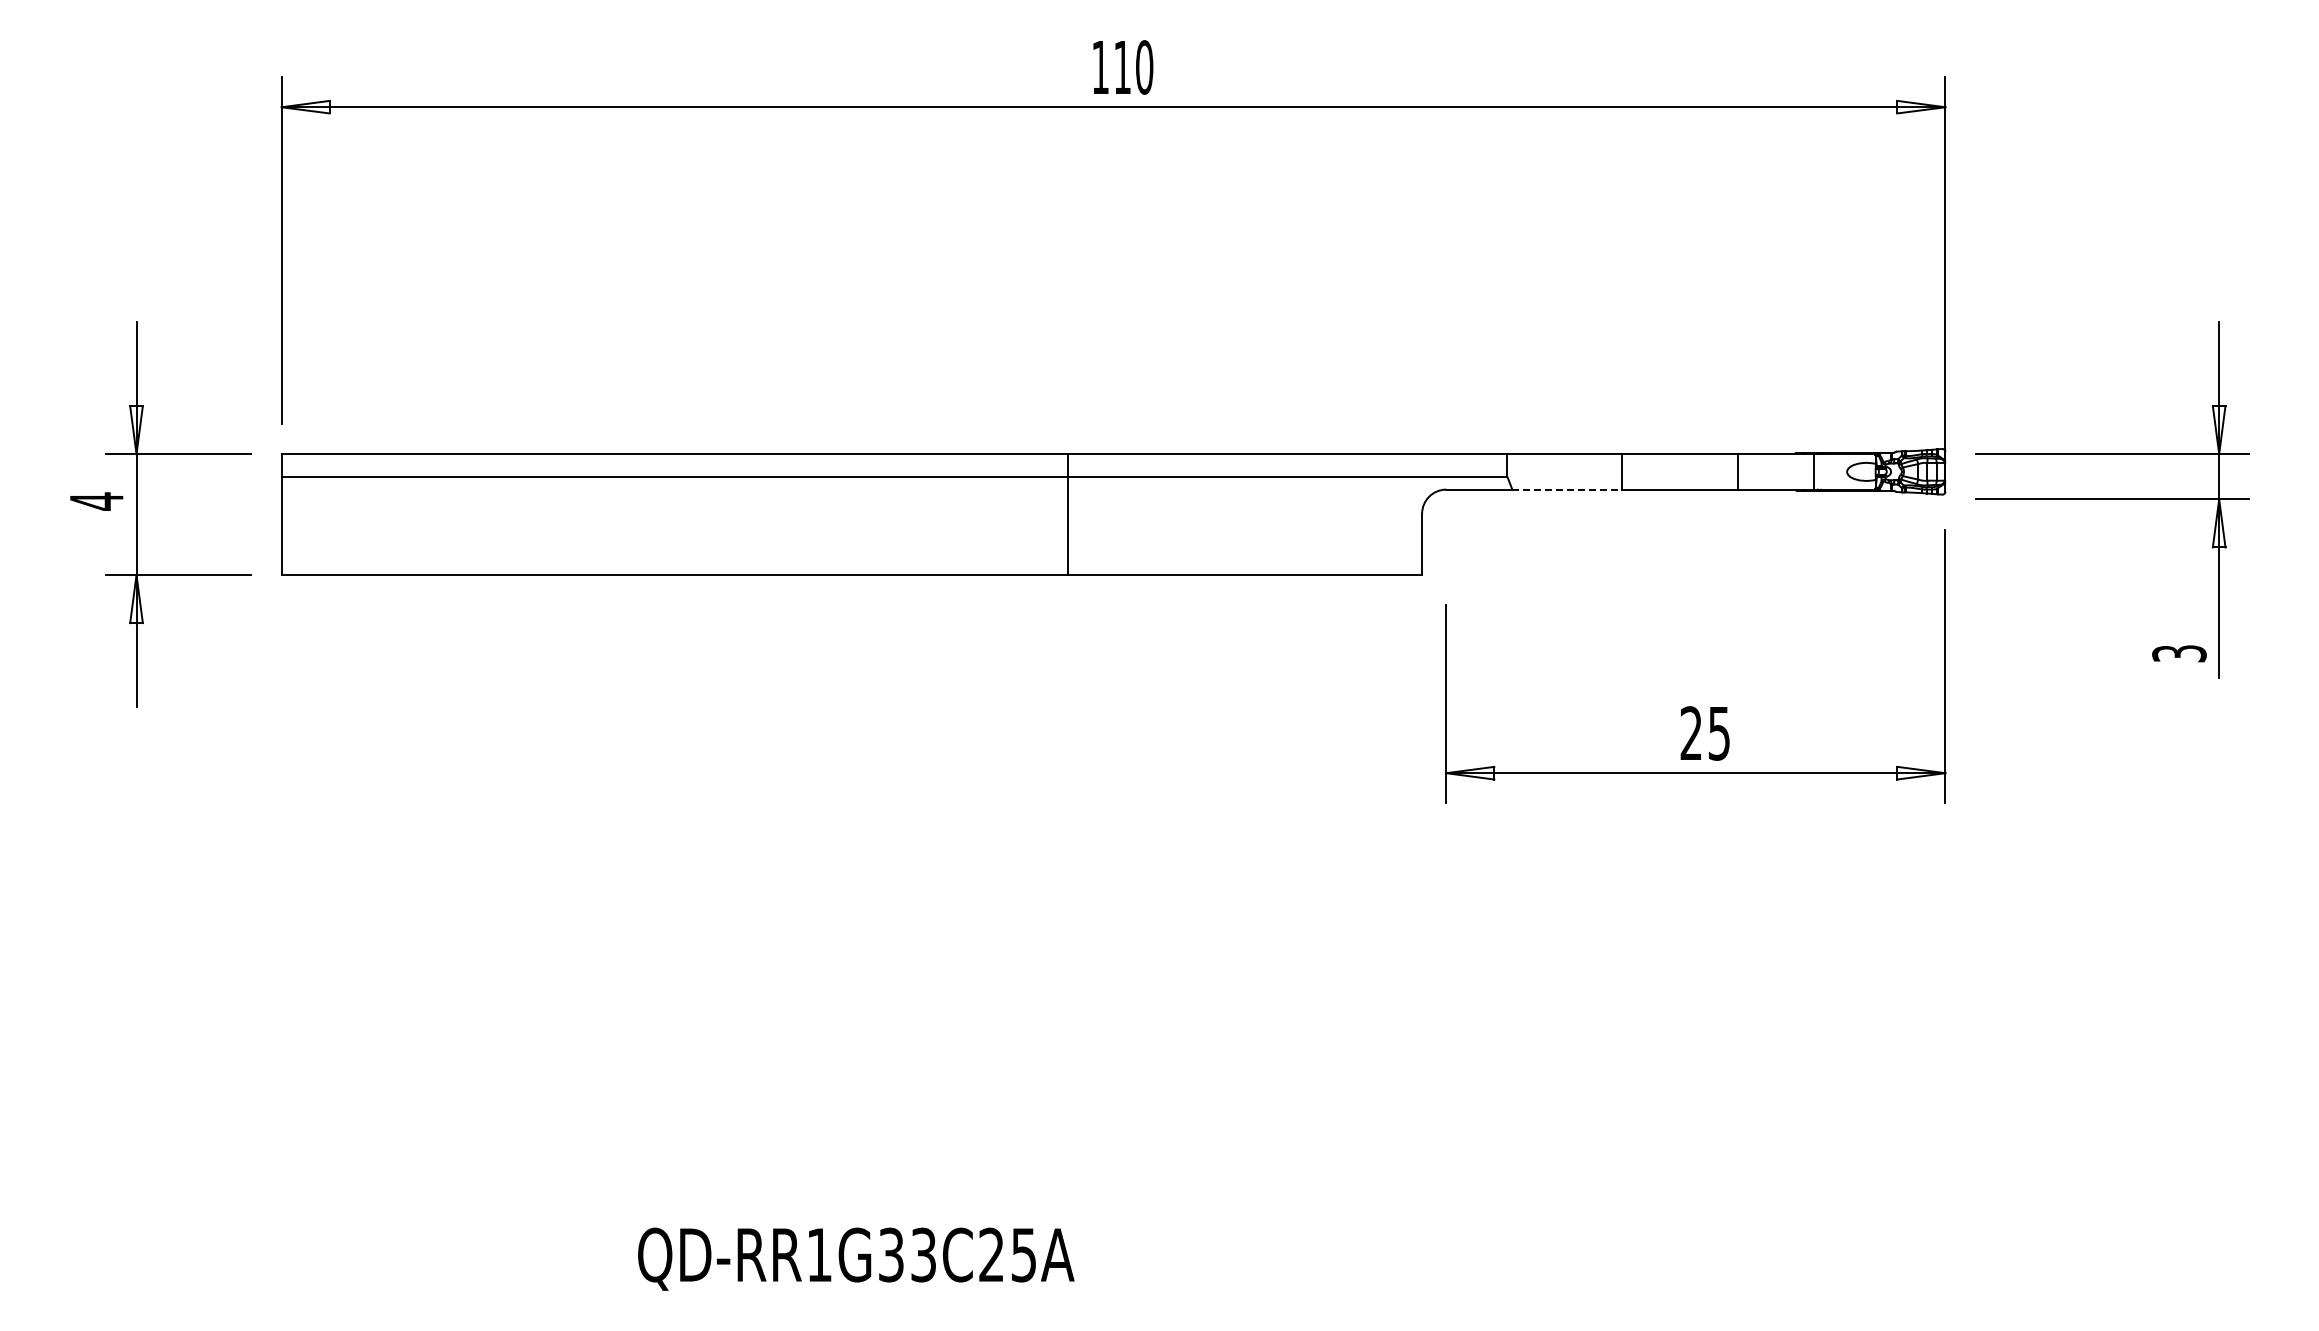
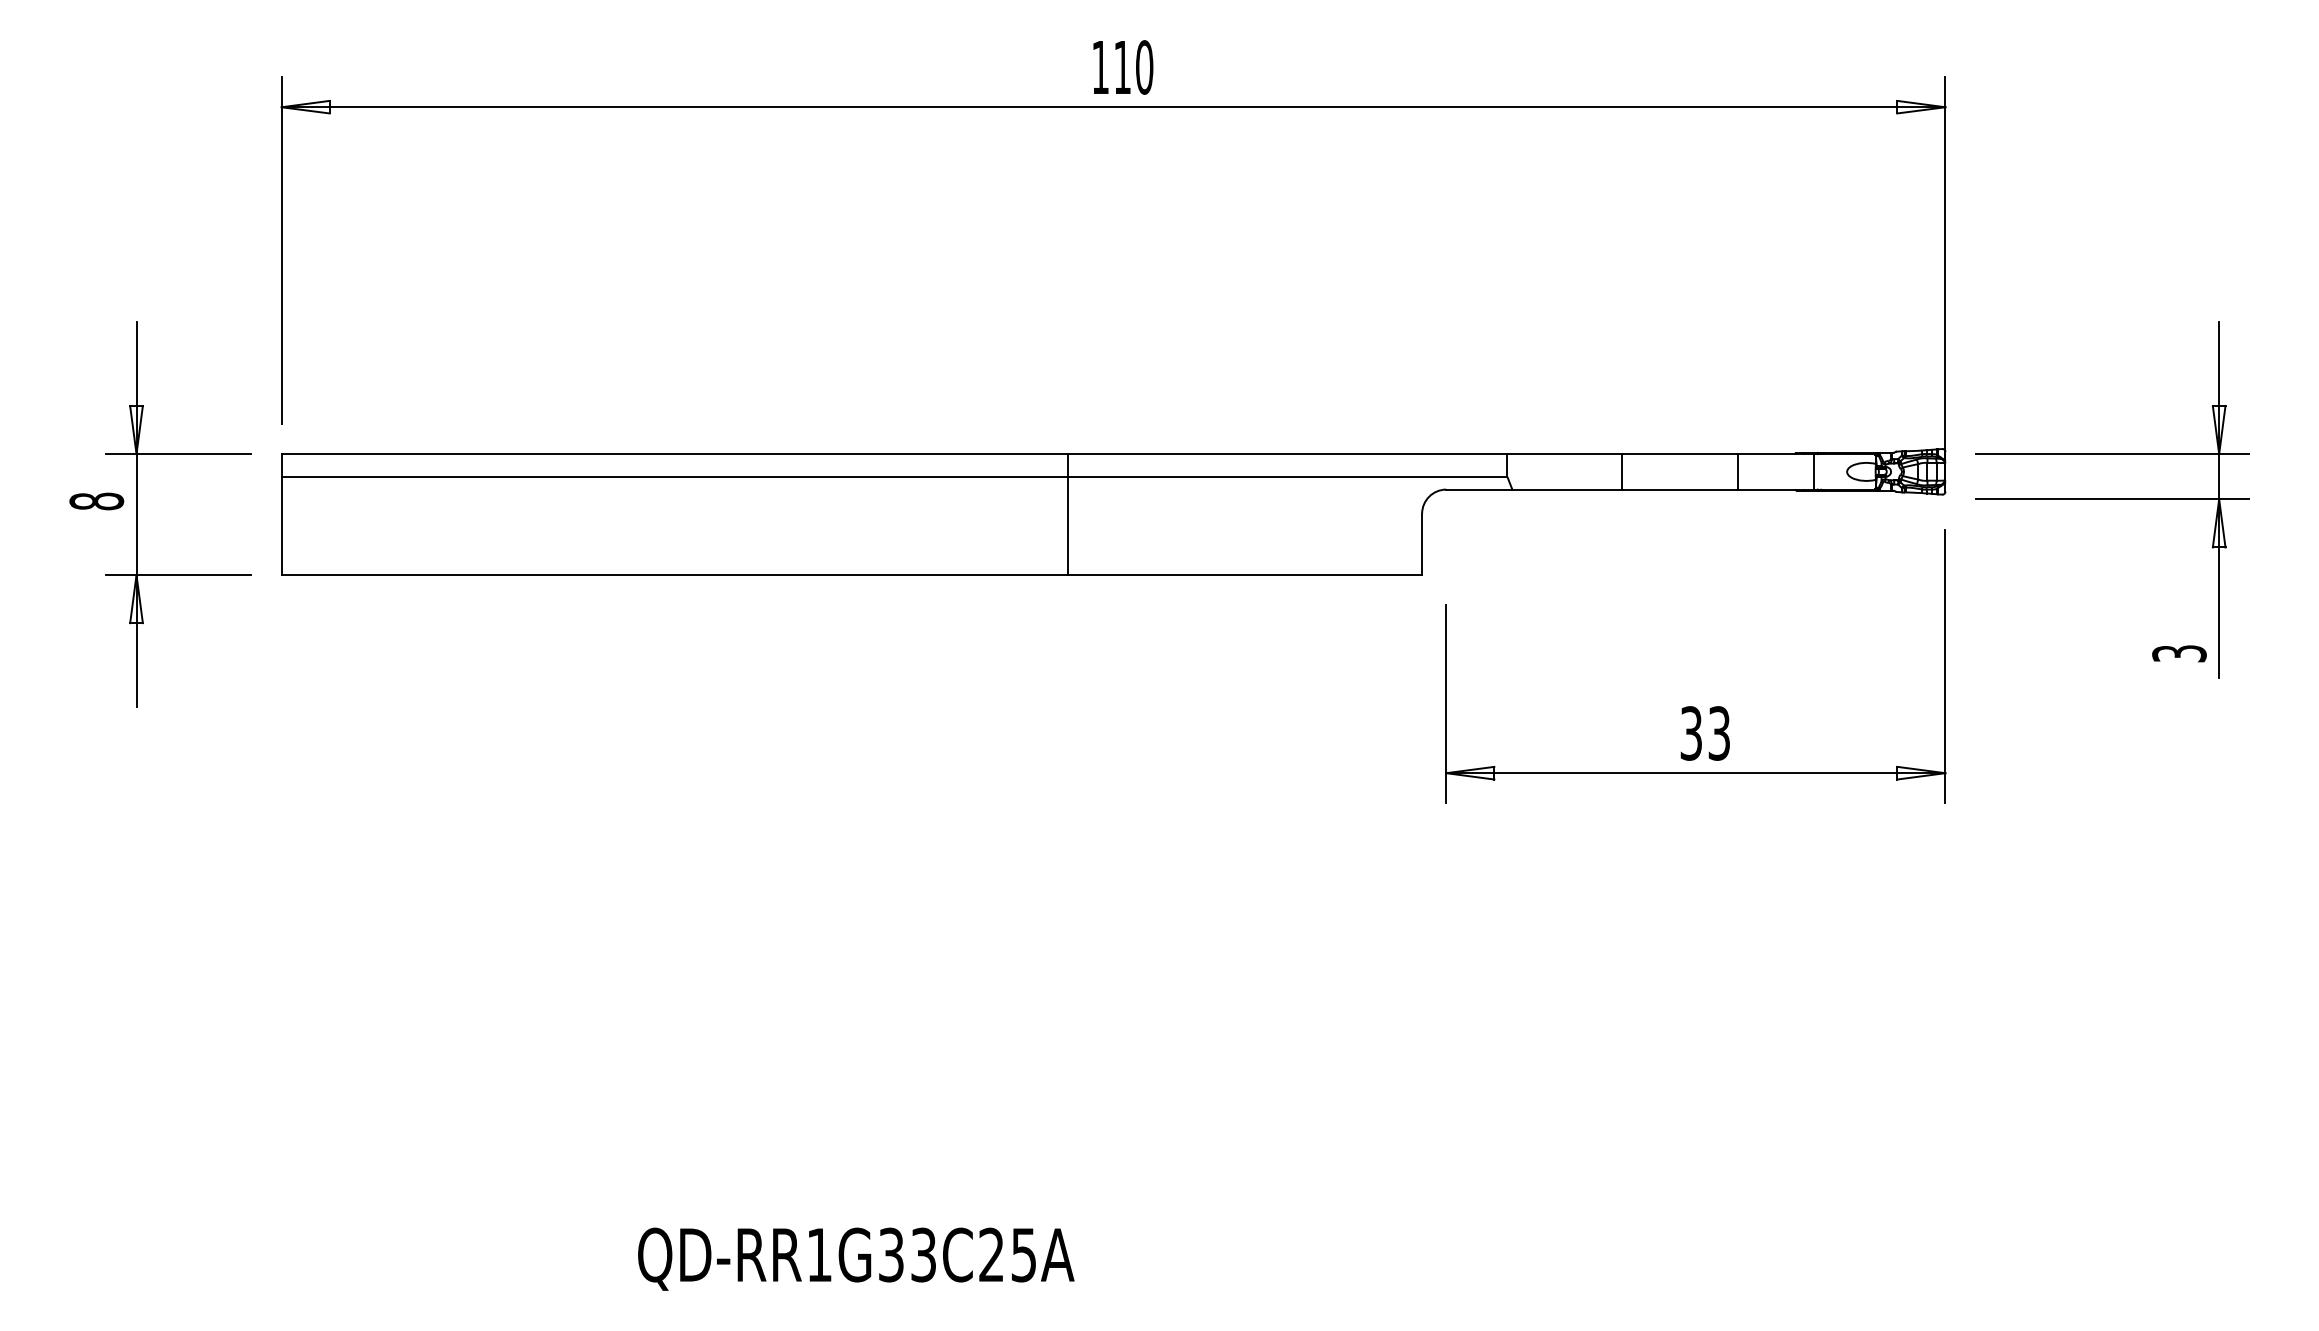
line at (1567, 489): dashed -> solid
text at (96, 501): 4 -> 8
text at (1704, 733): 25 -> 33
